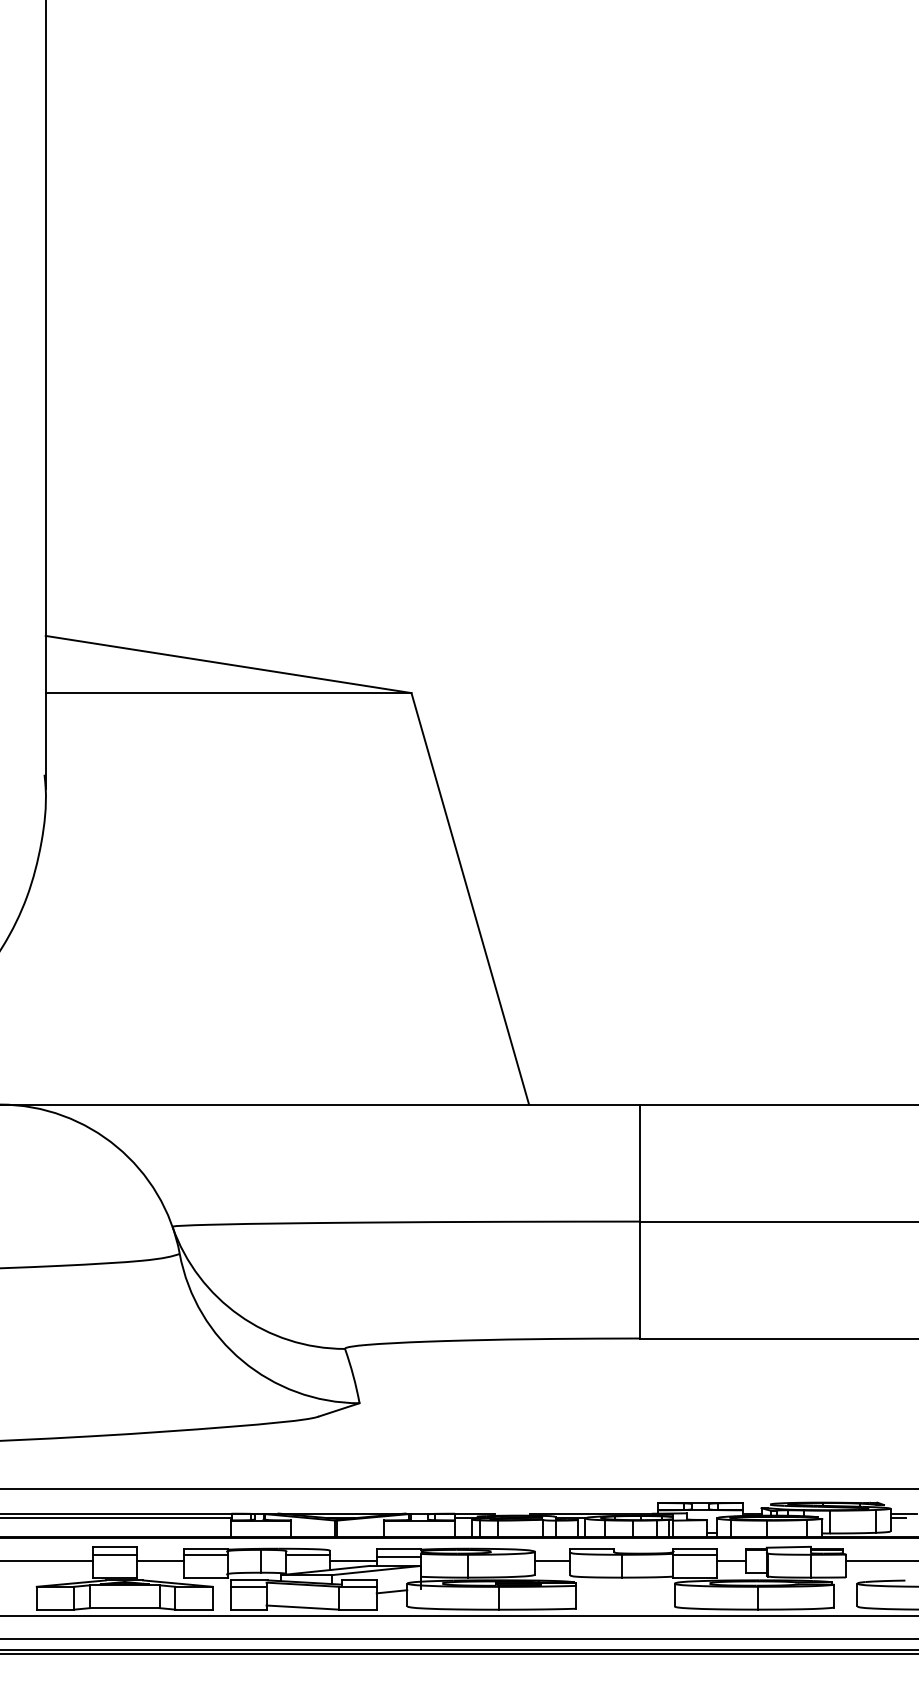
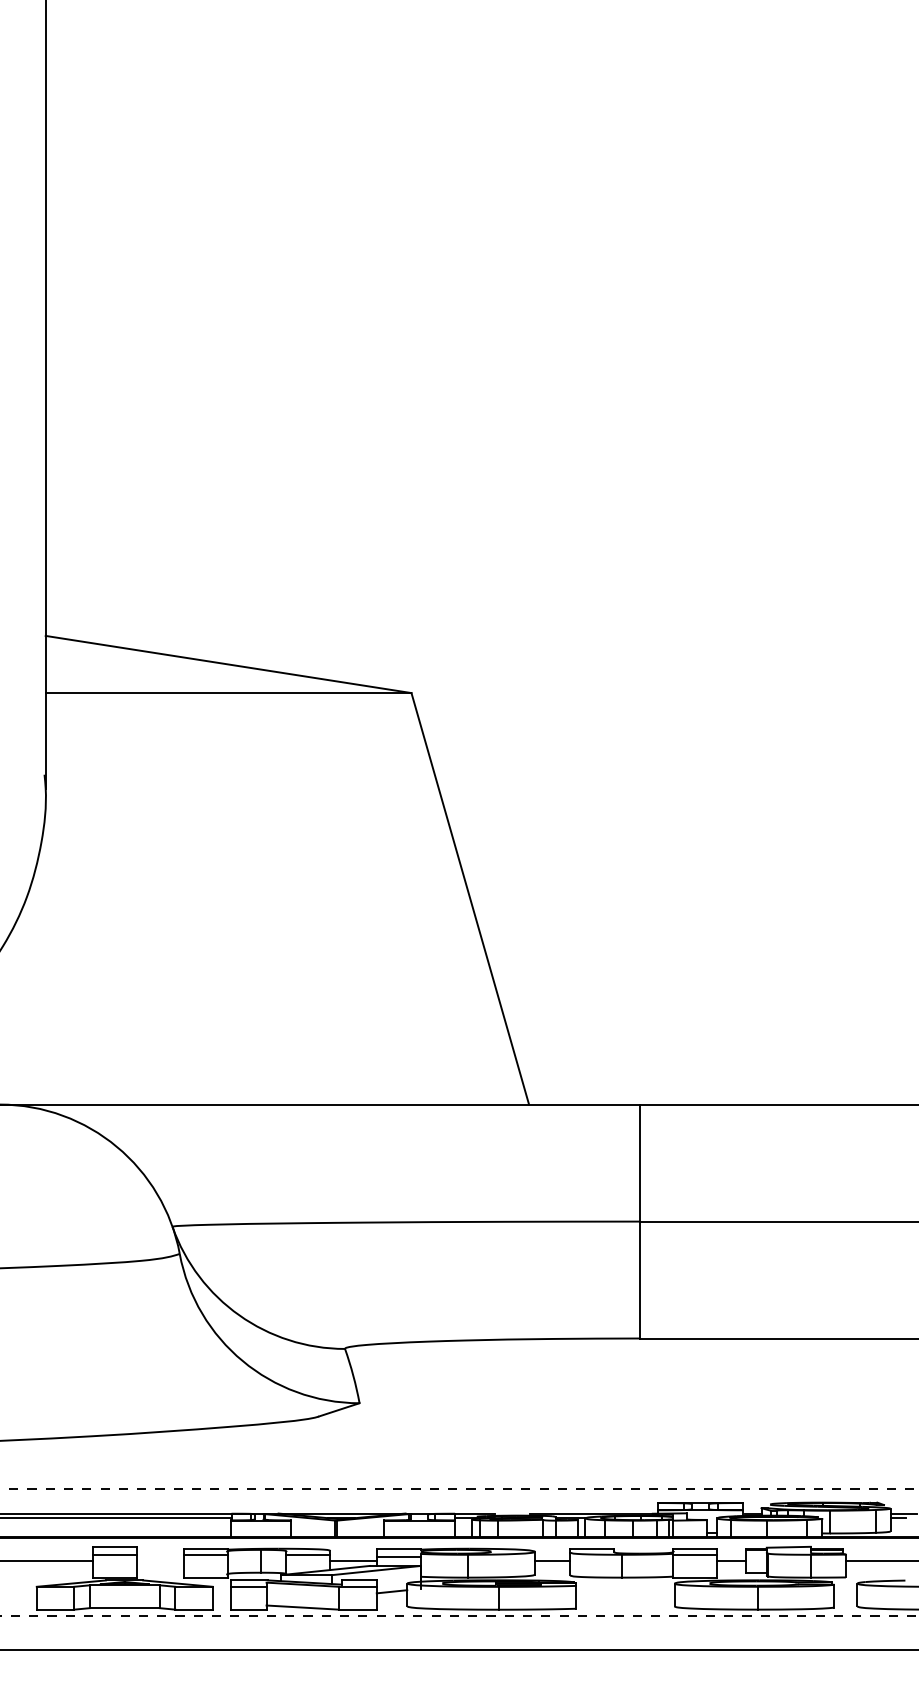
line at (459, 1489): solid -> dashed
line at (159, 1561): present -> none
line at (459, 1616): solid -> dashed
line at (458, 1639): present -> none
line at (458, 1653): present -> none
